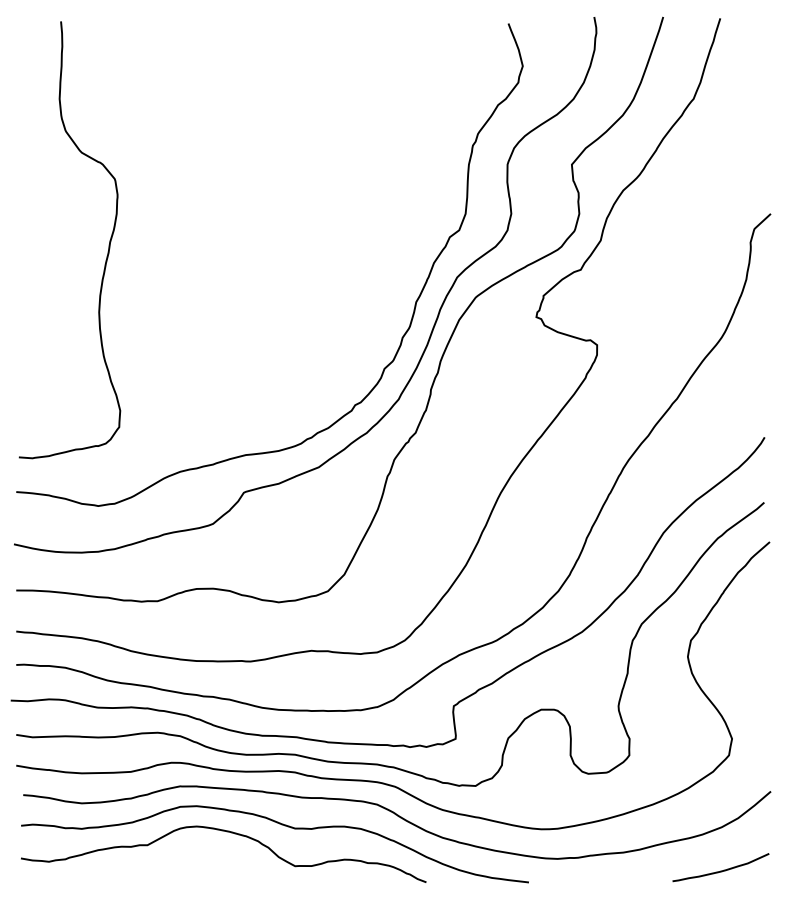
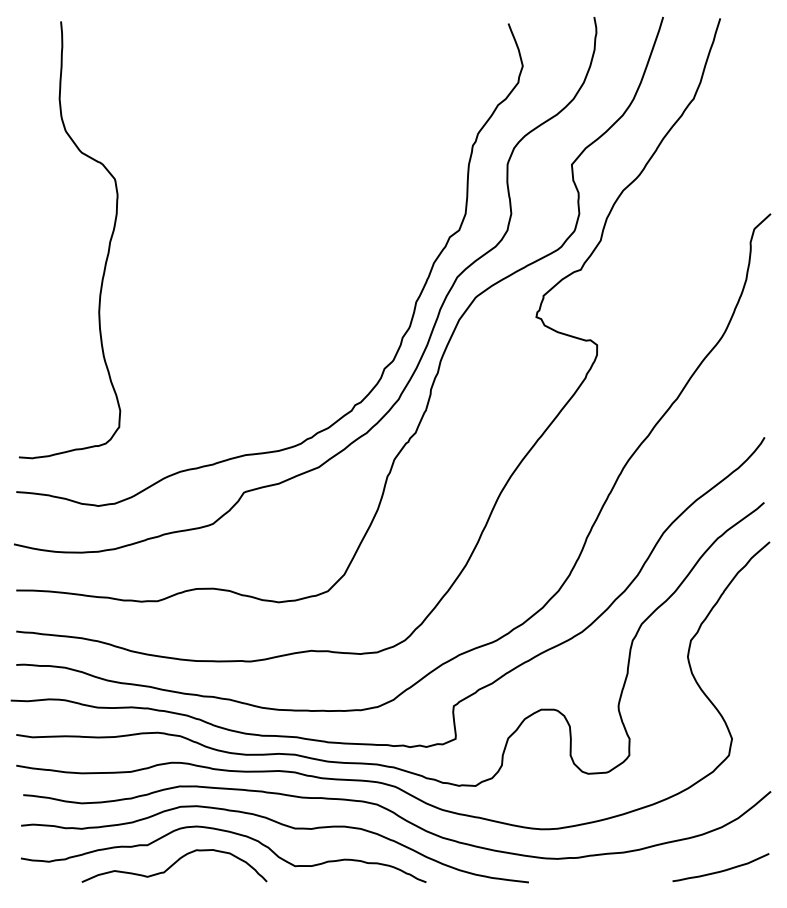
curve at (174, 864): none -> present
